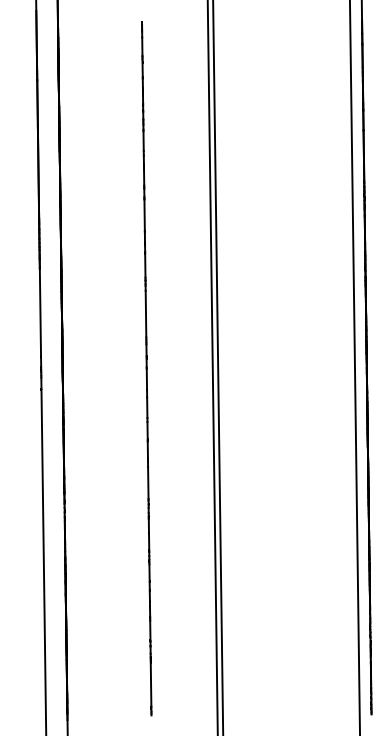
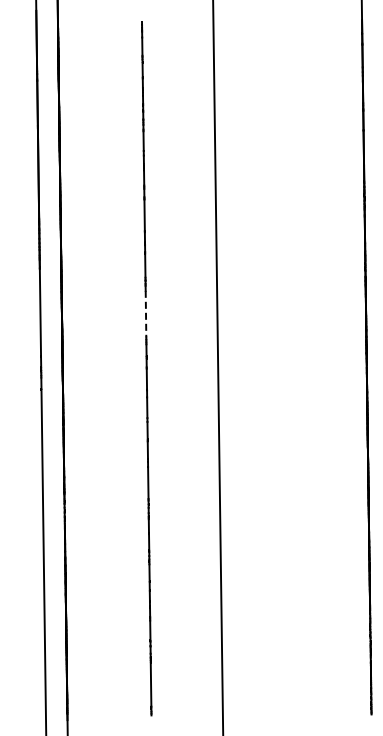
line at (146, 314): solid -> dashed
line at (212, 367): present -> none
line at (354, 367): present -> none
